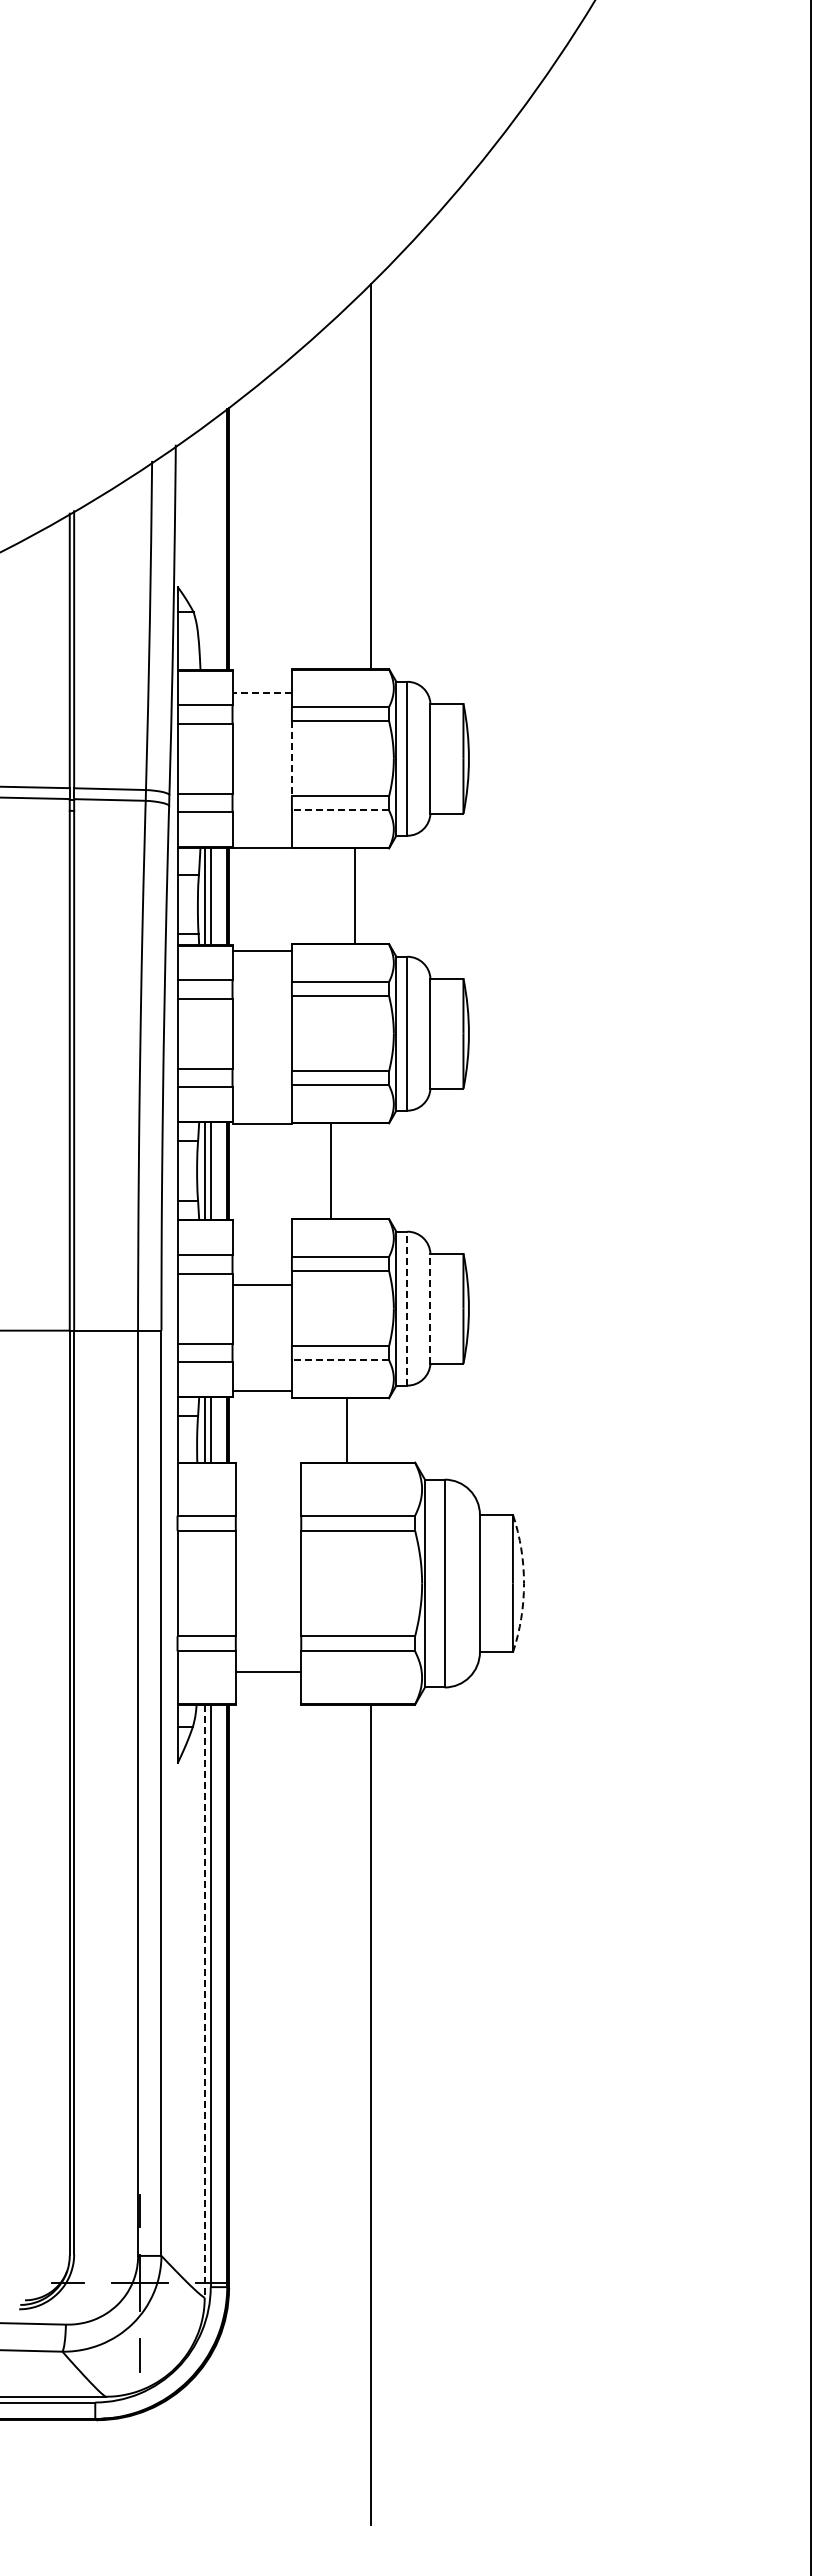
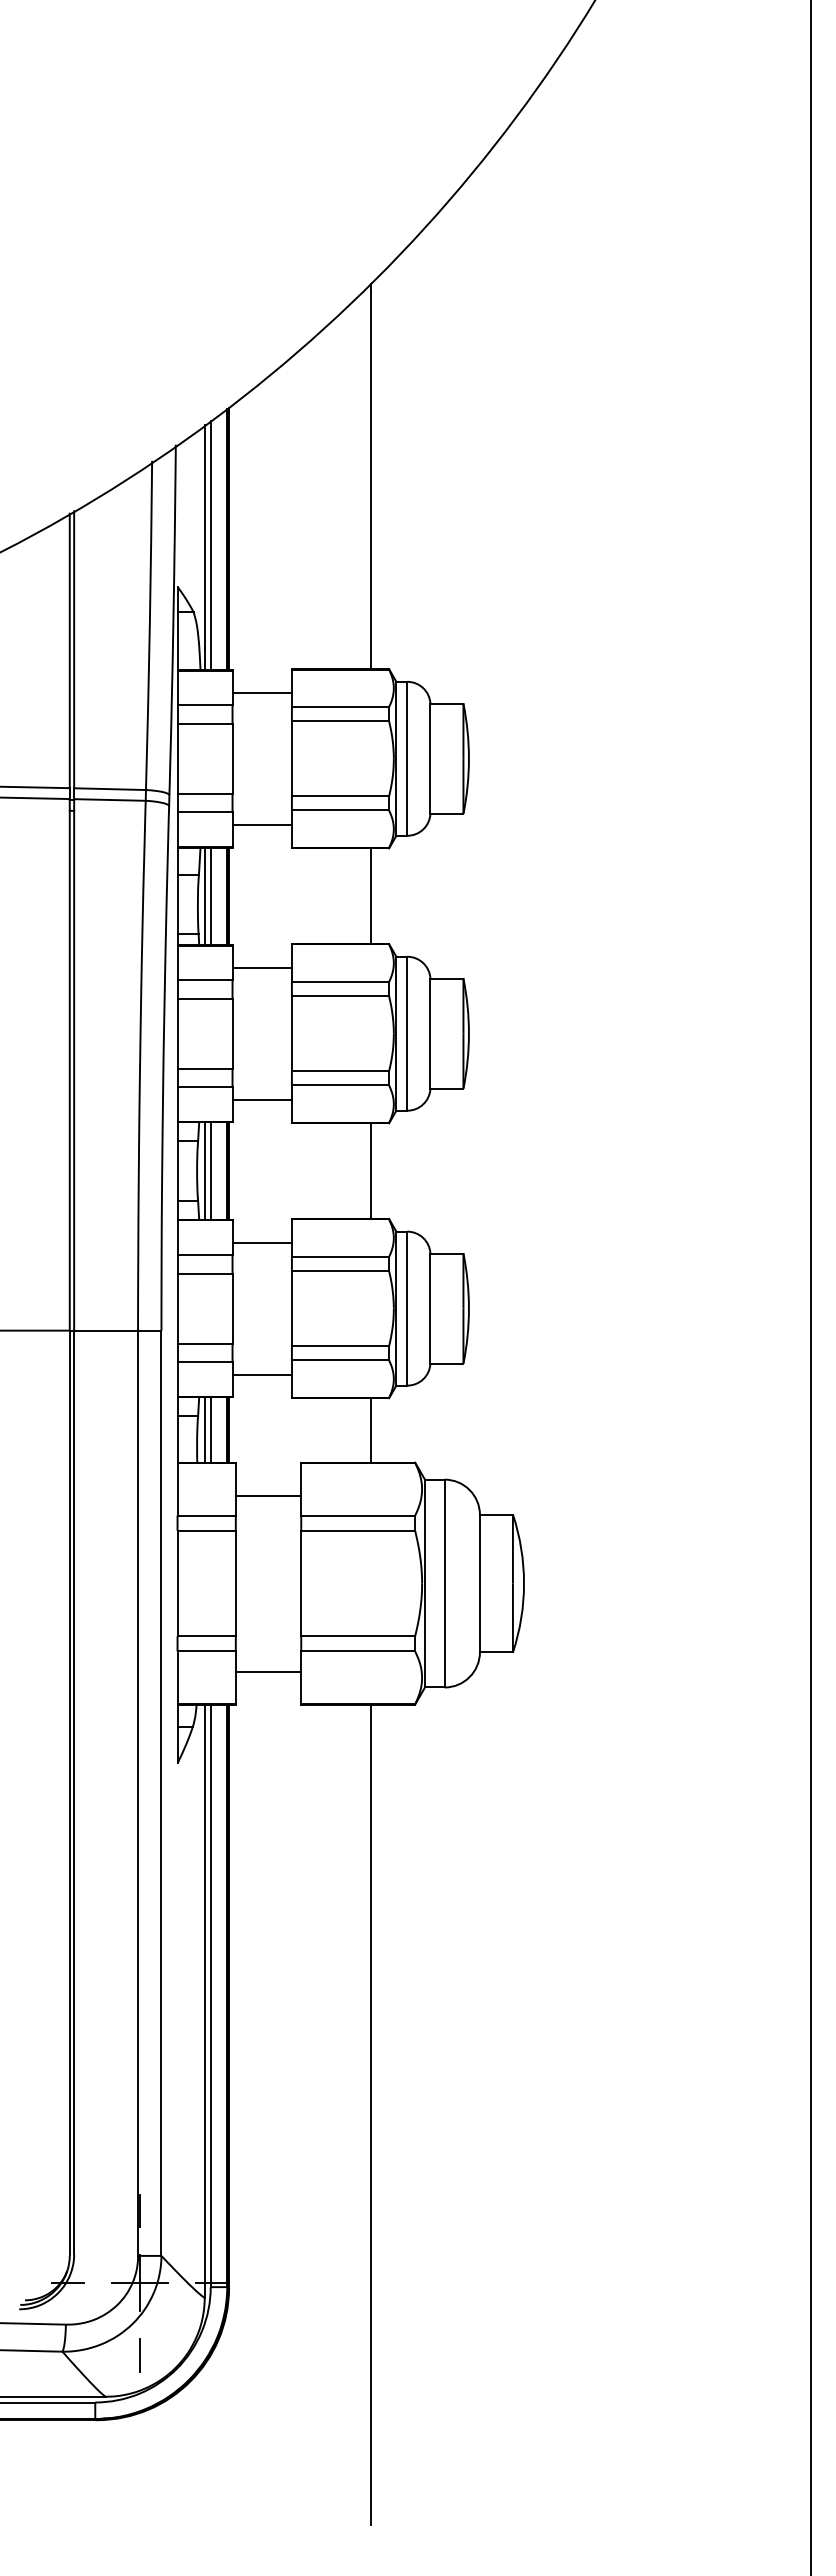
line at (210, 544): none -> present
line at (204, 546): none -> present
line at (262, 692): dashed -> solid
line at (291, 758): dashed -> solid
line at (340, 810): dashed -> solid
line at (261, 847) position: (261, 847) -> (261, 824)
line at (355, 896) position: (355, 896) -> (371, 896)
line at (261, 950) position: (261, 950) -> (261, 967)
line at (261, 1123) position: (261, 1123) -> (261, 1099)
line at (331, 1171) position: (331, 1171) -> (371, 1171)
line at (261, 1284) position: (261, 1284) -> (261, 1242)
line at (407, 1308): dashed -> solid
line at (430, 1308): dashed -> solid
line at (340, 1360): dashed -> solid
line at (261, 1390) position: (261, 1390) -> (261, 1374)
line at (347, 1430) position: (347, 1430) -> (371, 1430)
line at (268, 1495): none -> present
arc at (524, 1583): dashed -> solid
line at (204, 2001): dashed -> solid
